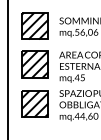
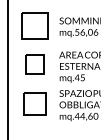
hatch at (34, 25): present -> none
part at (34, 64) size: 28x29 px -> 20x21 px
part at (34, 103) size: 28x28 px -> 24x24 px
